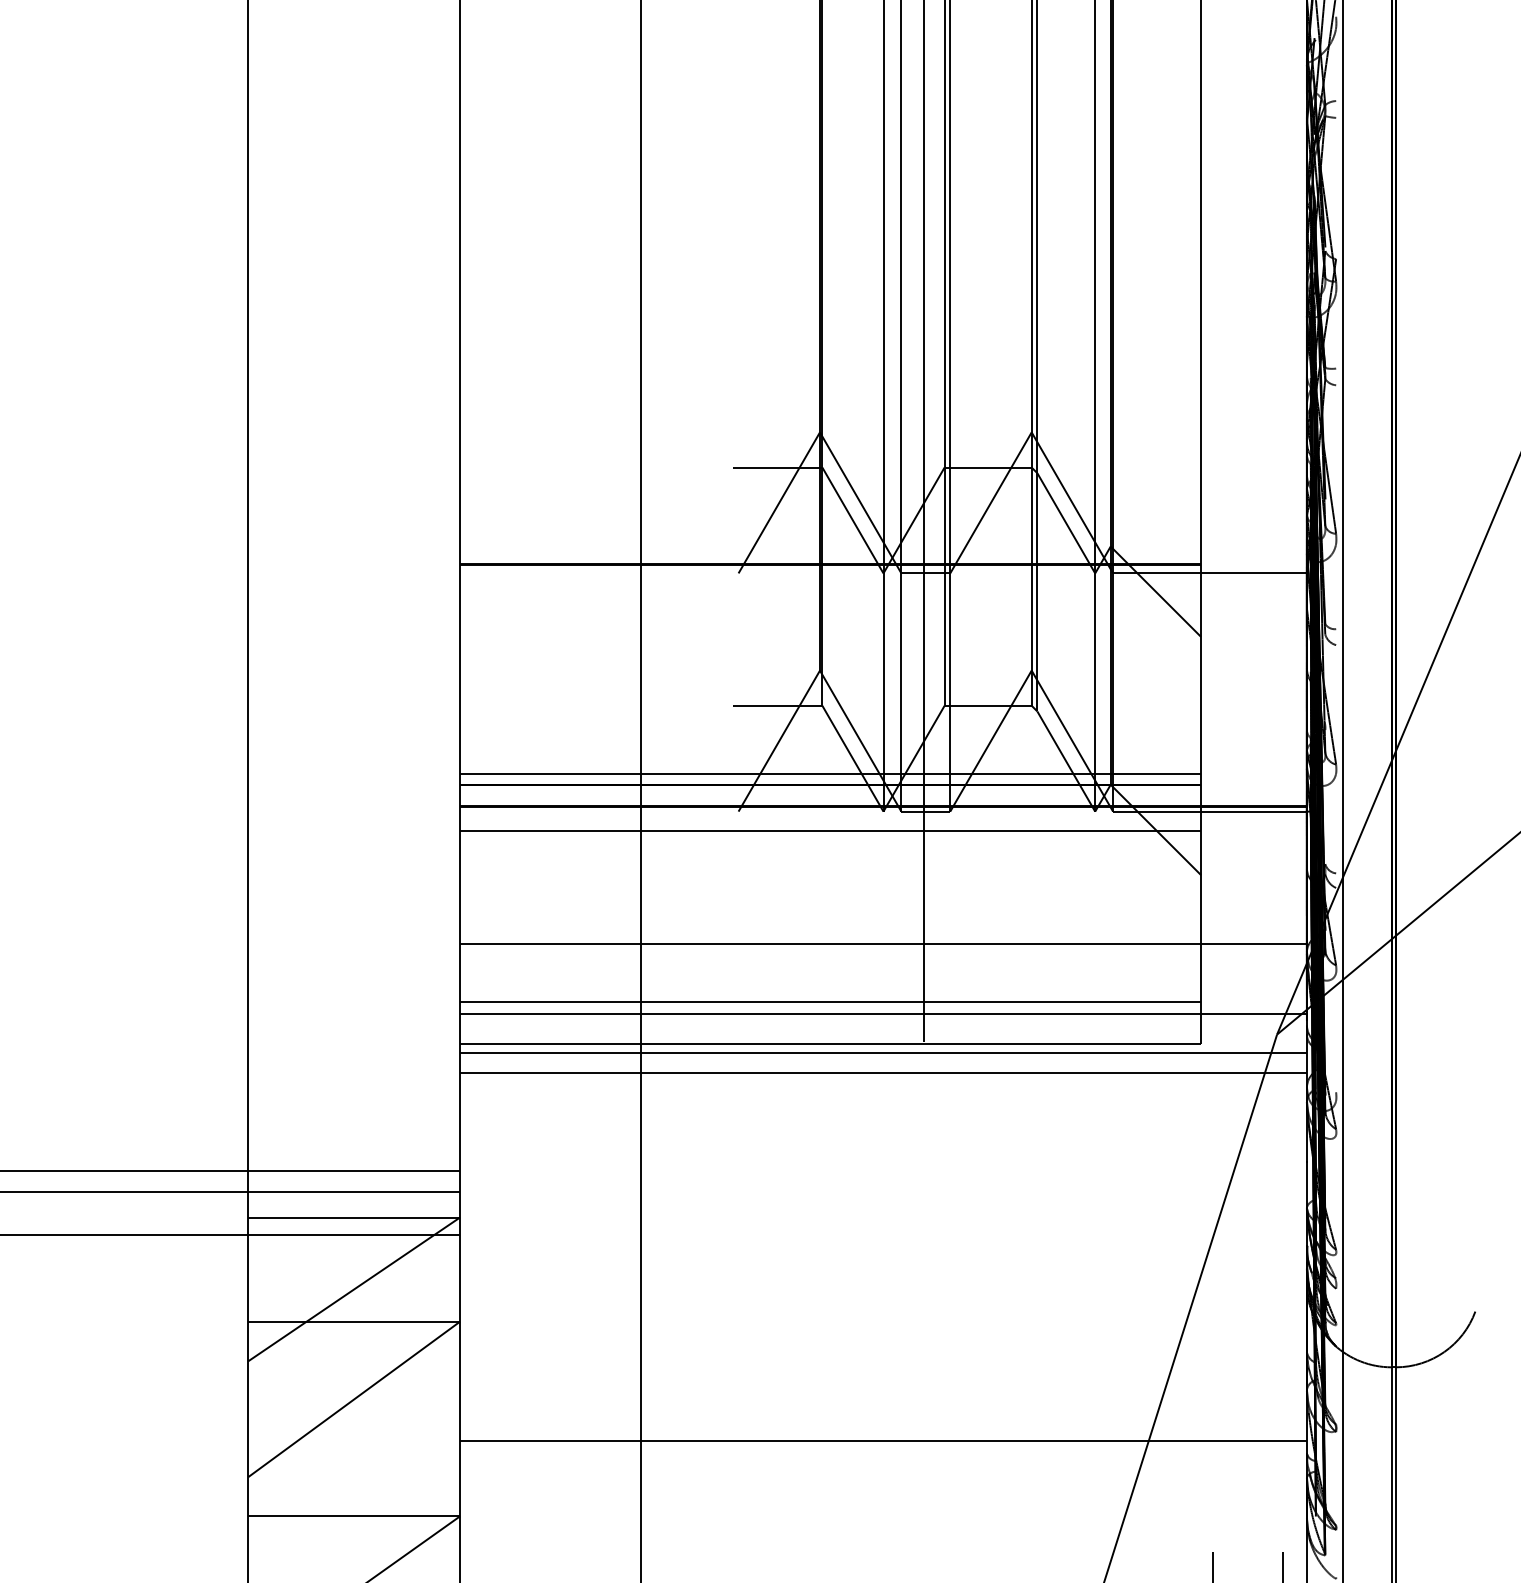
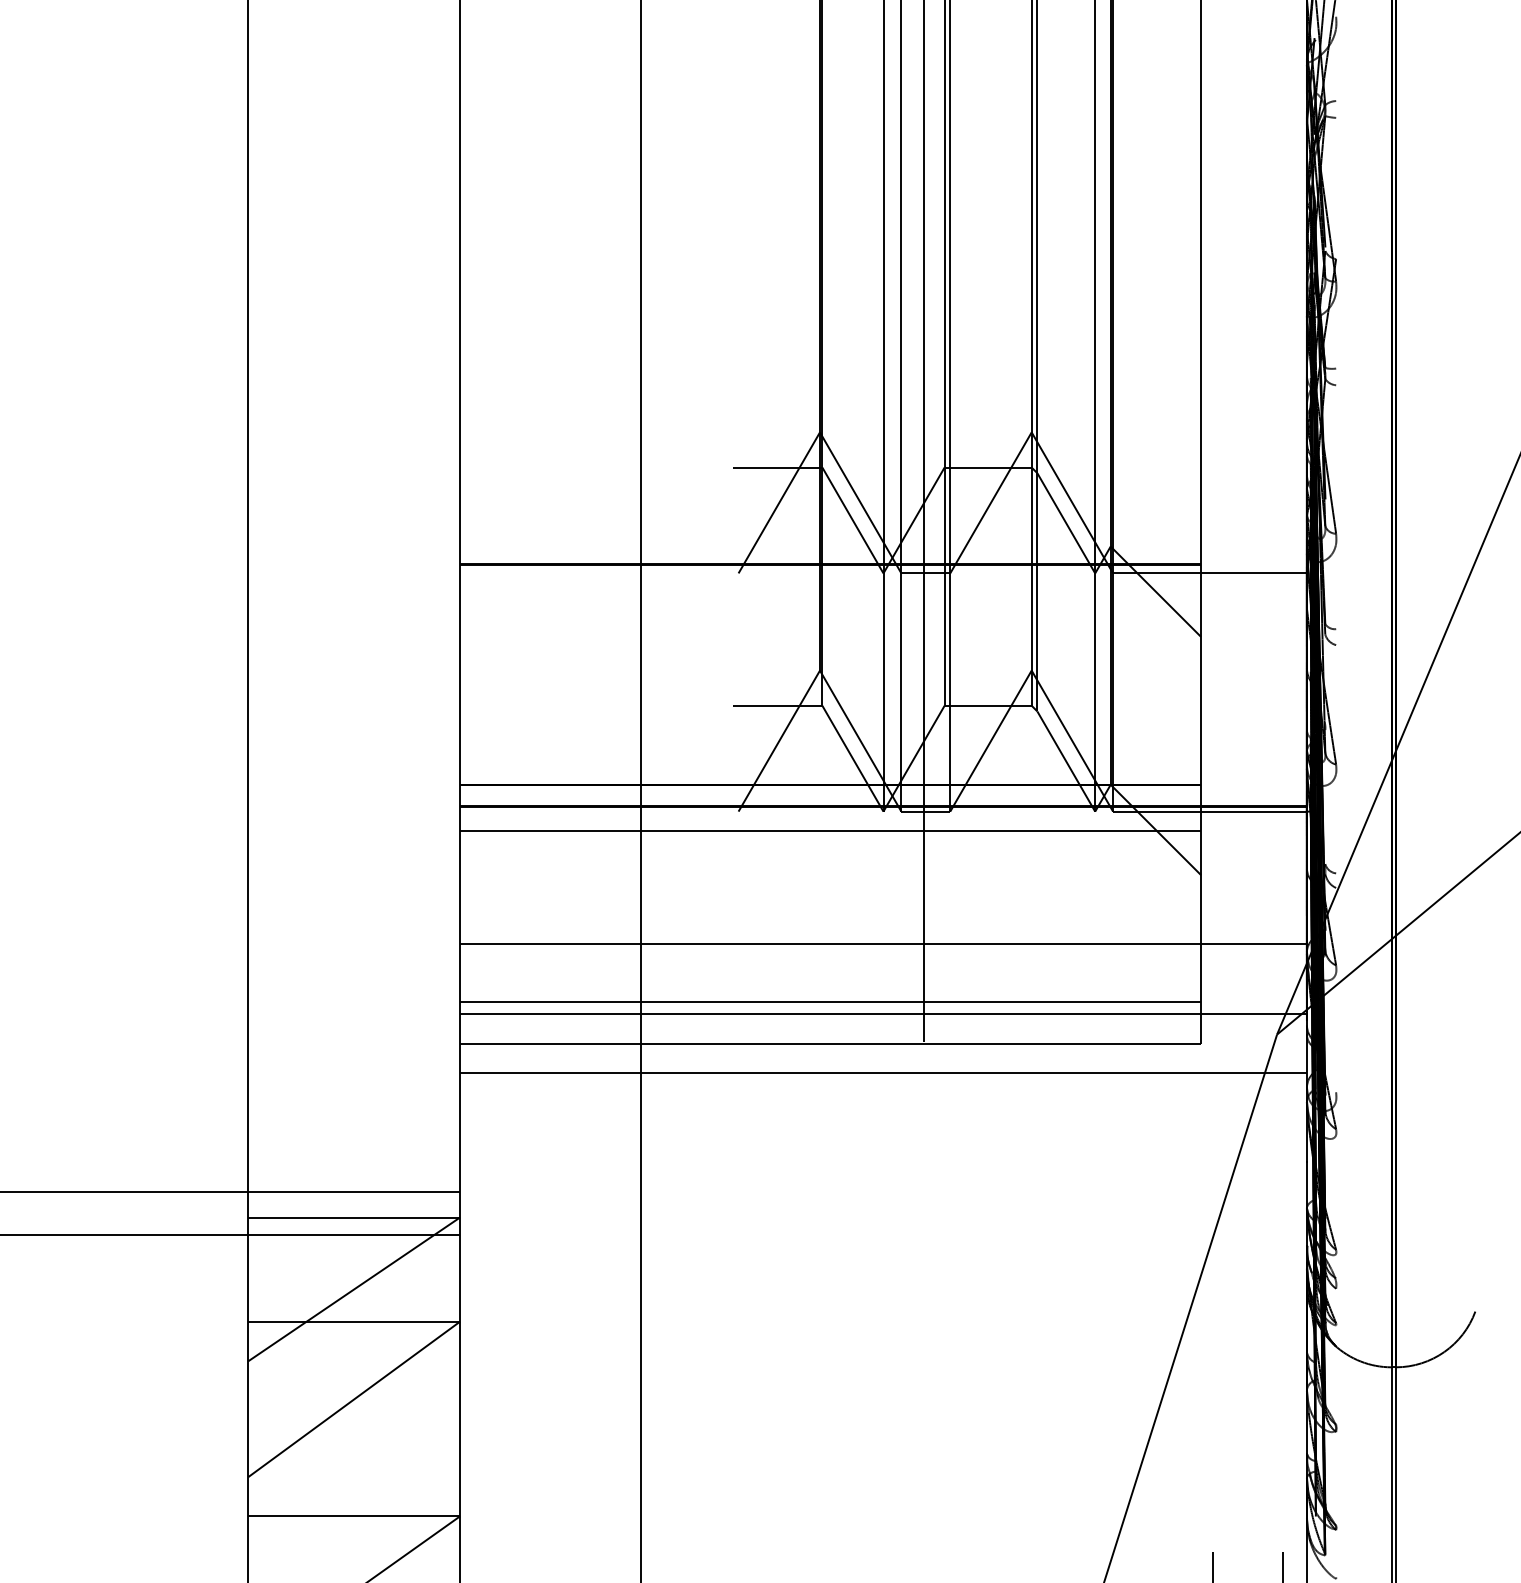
line at (830, 773): present -> none
line at (1343, 790): present -> none
line at (883, 1053): present -> none
line at (231, 1170): present -> none
line at (883, 1441): present -> none
